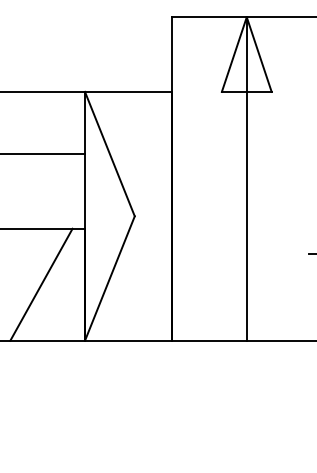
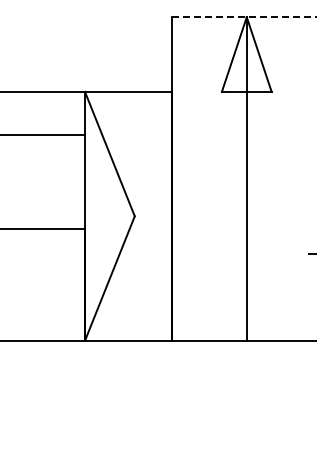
line at (244, 17): solid -> dashed
line at (43, 154) position: (43, 154) -> (43, 135)
line at (41, 284): present -> none
